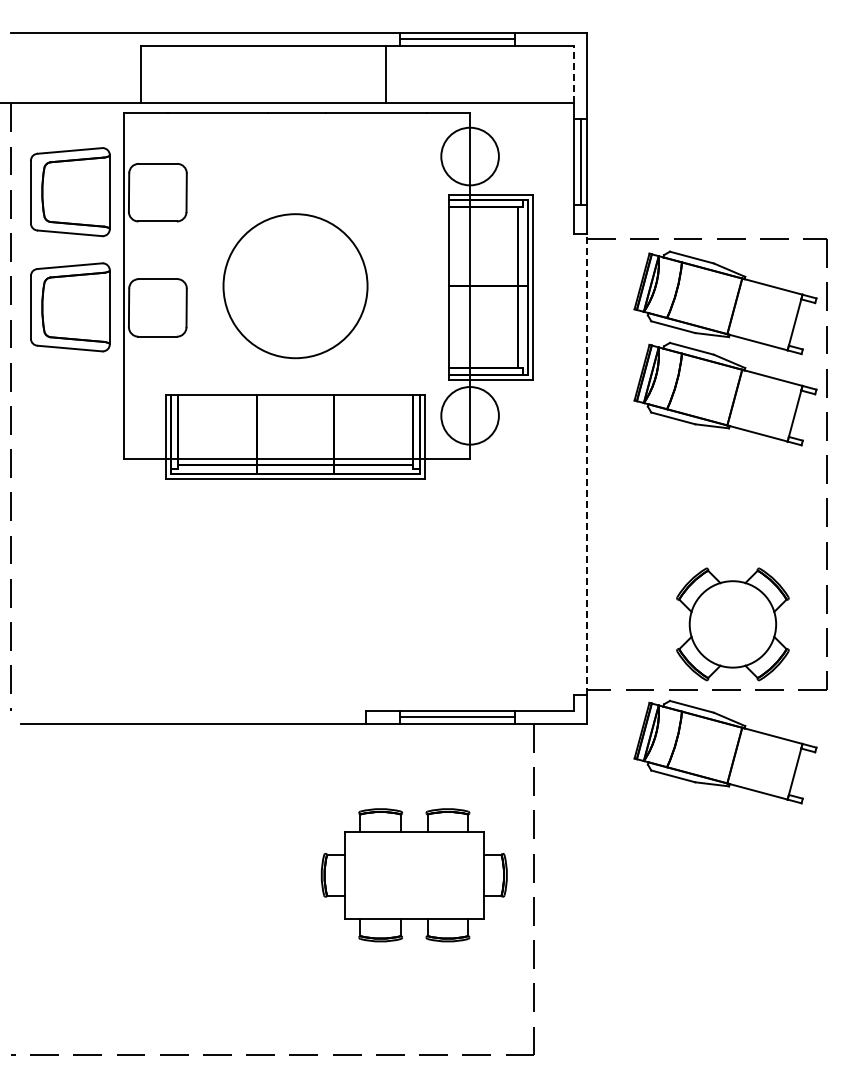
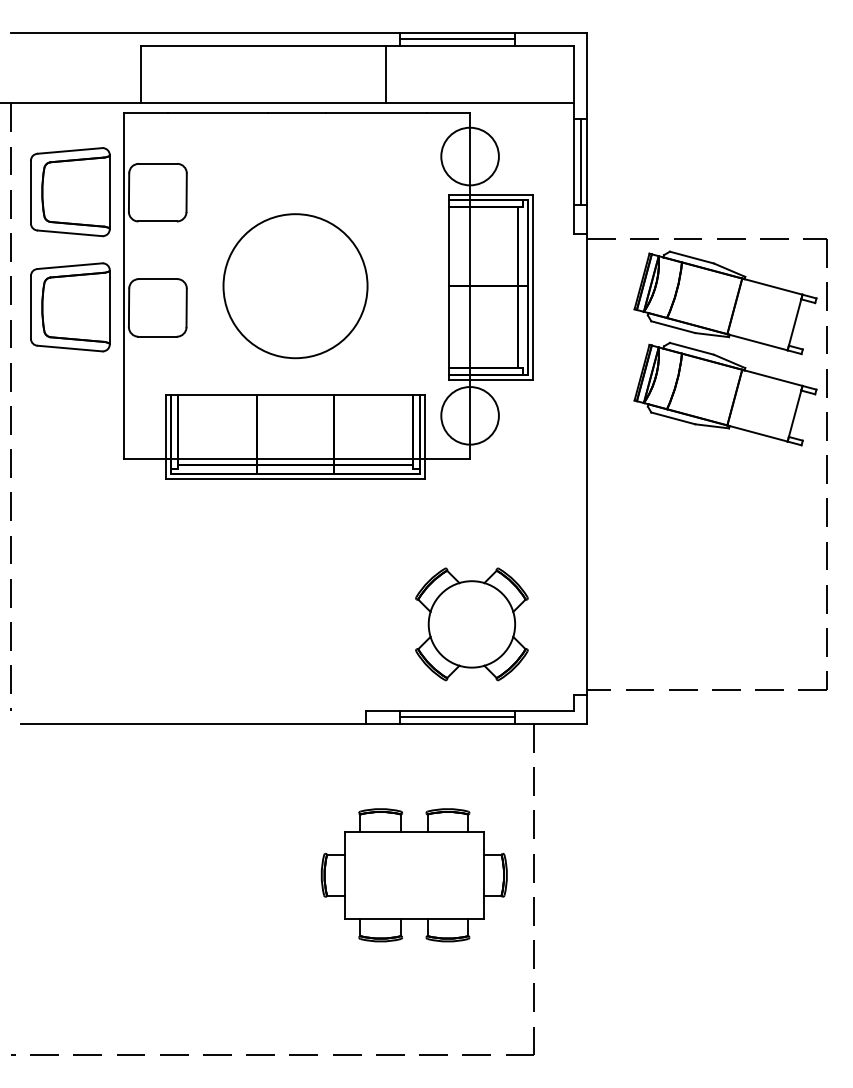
line at (573, 74): dashed -> solid
line at (587, 464): dashed -> solid
part at (732, 624) position: (732, 624) -> (471, 624)
part at (725, 751): present -> none
